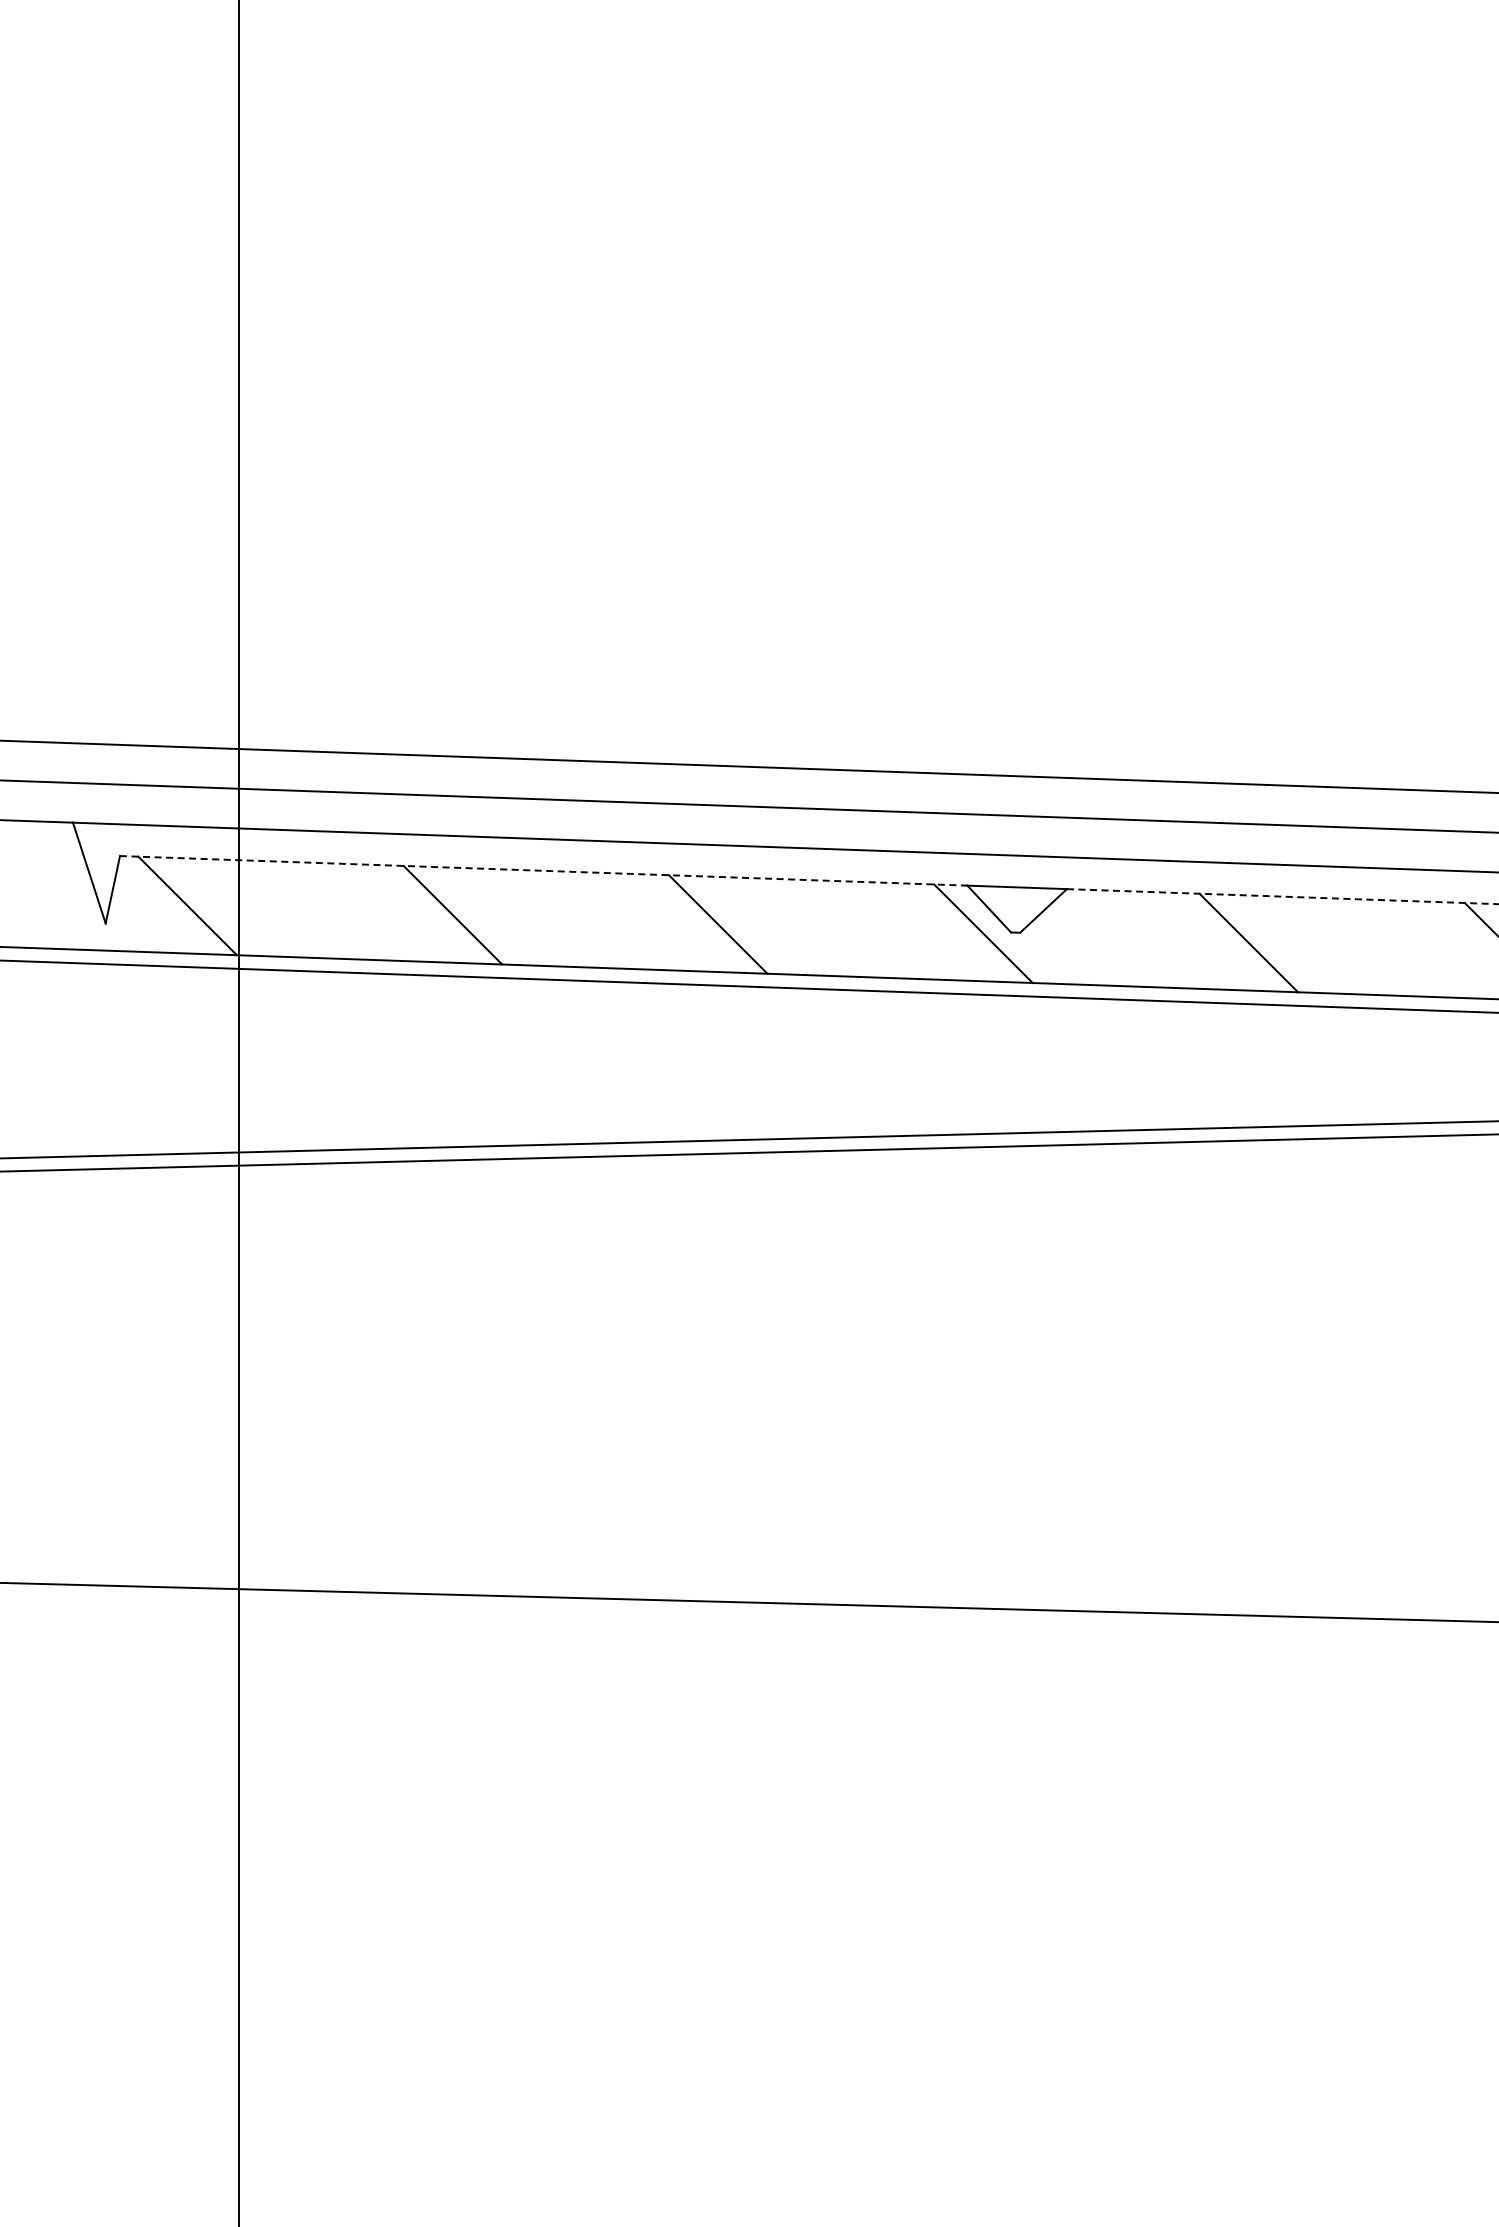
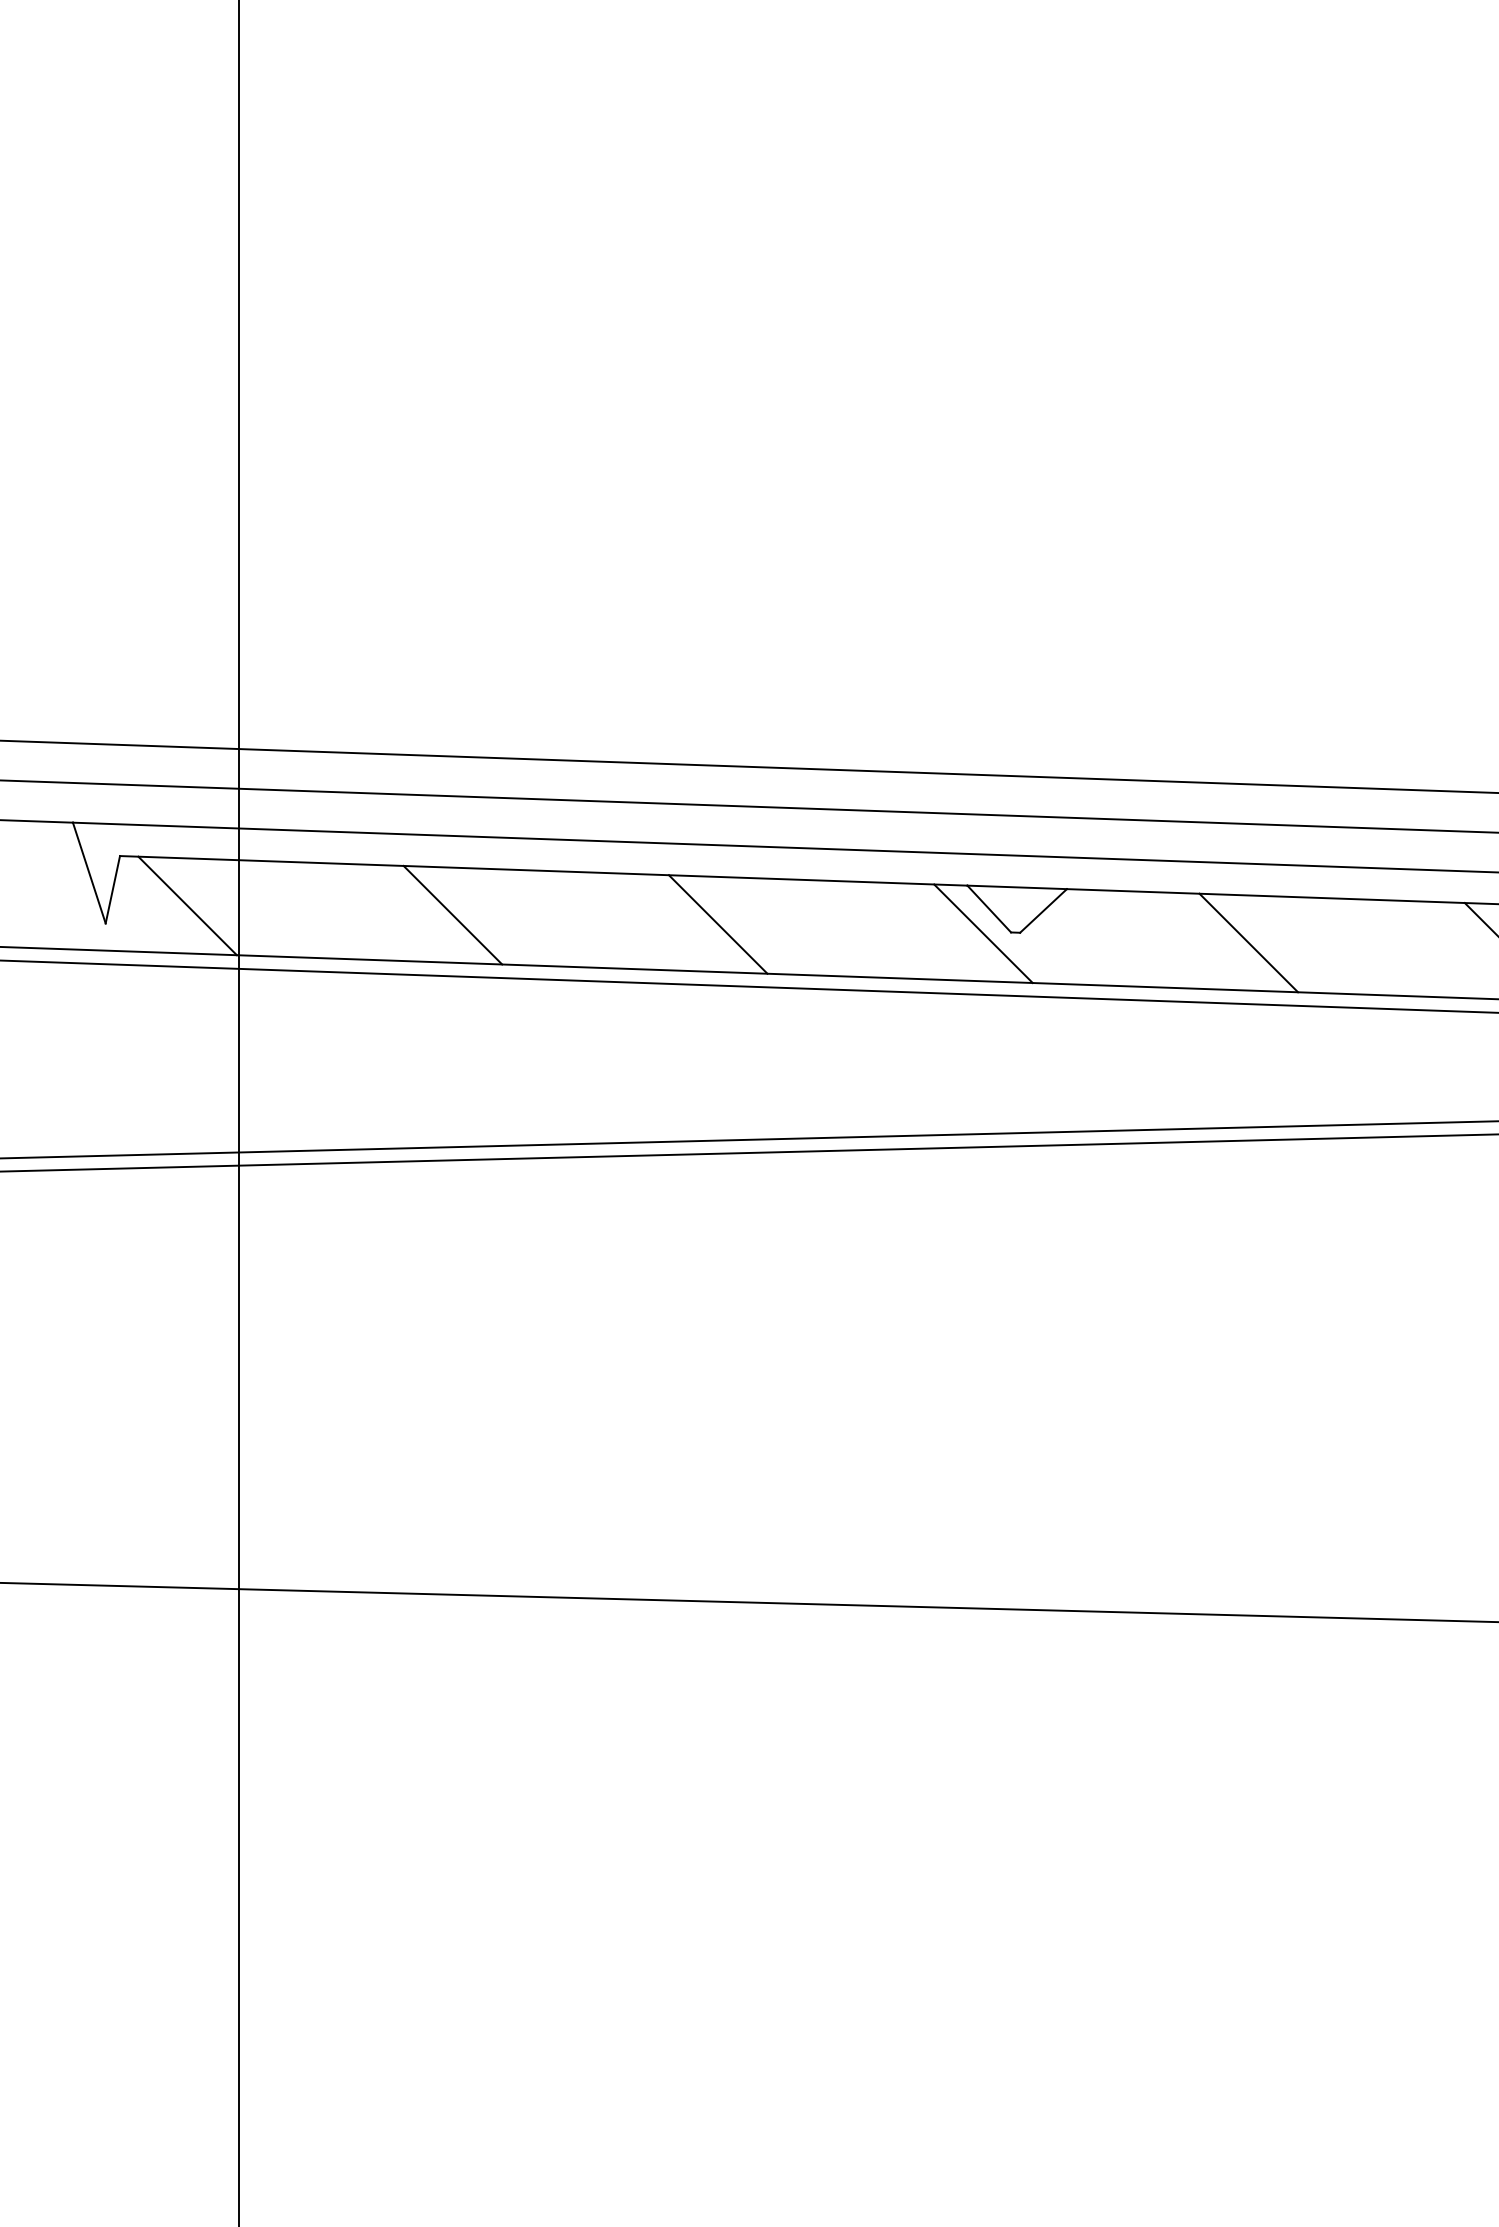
line at (543, 870): dashed -> solid
line at (1282, 896): dashed -> solid
